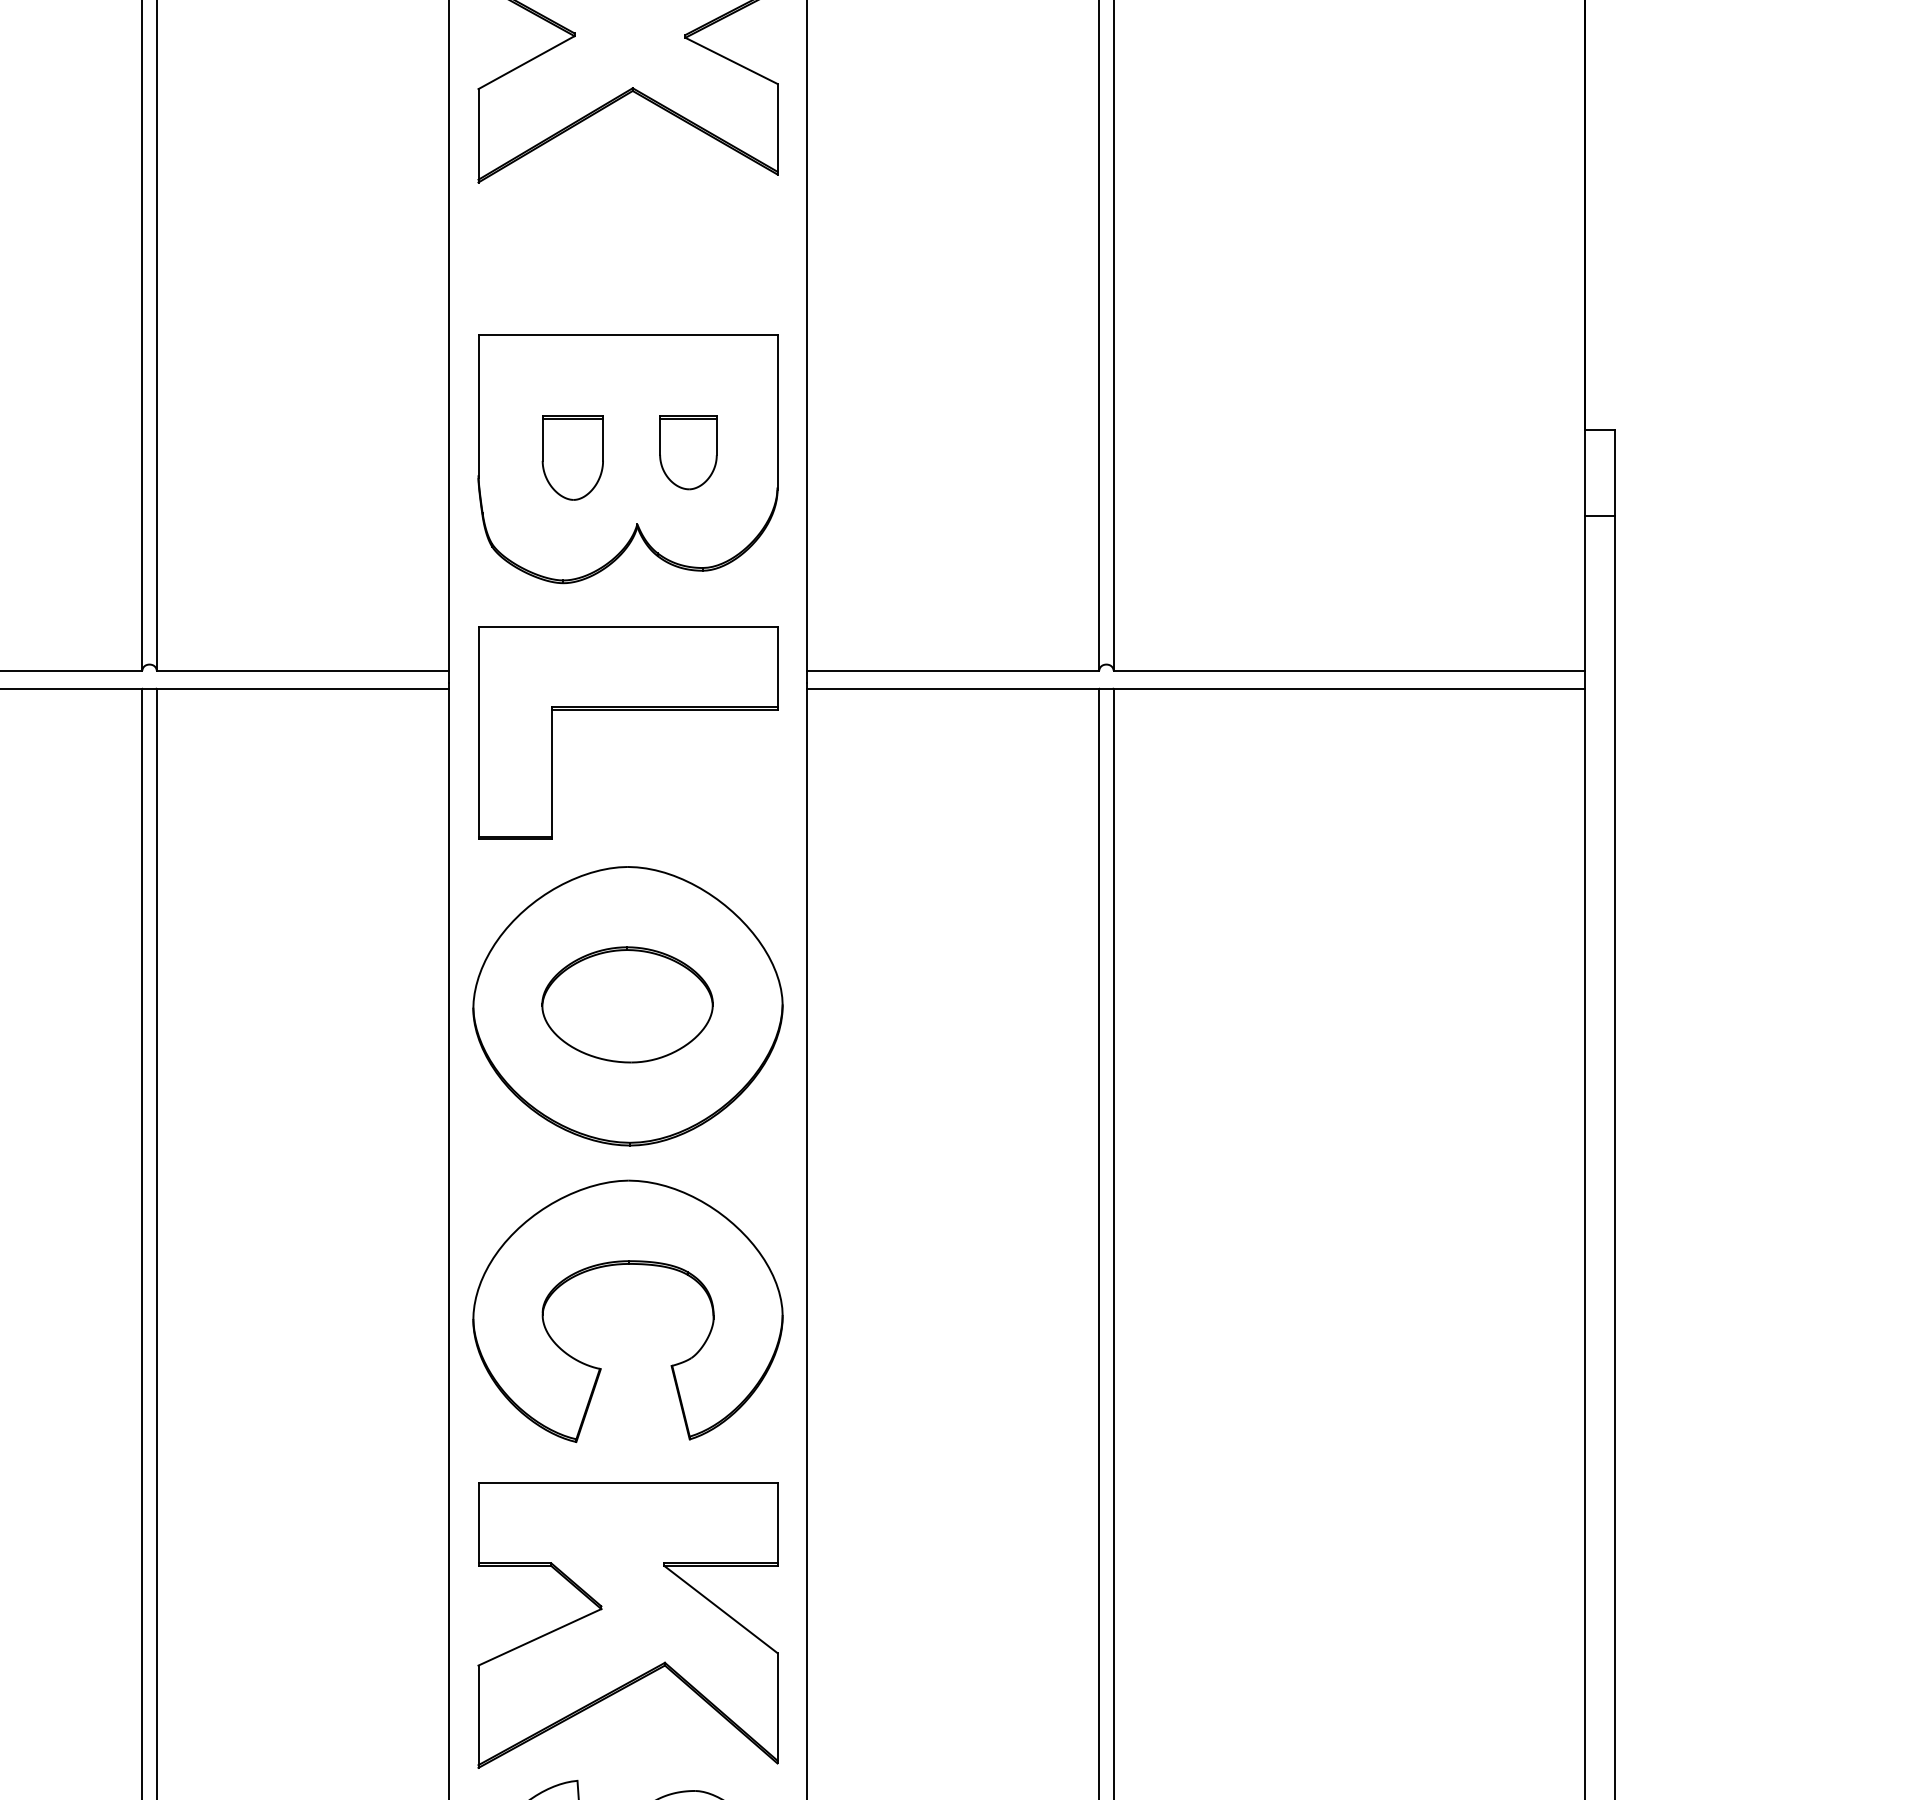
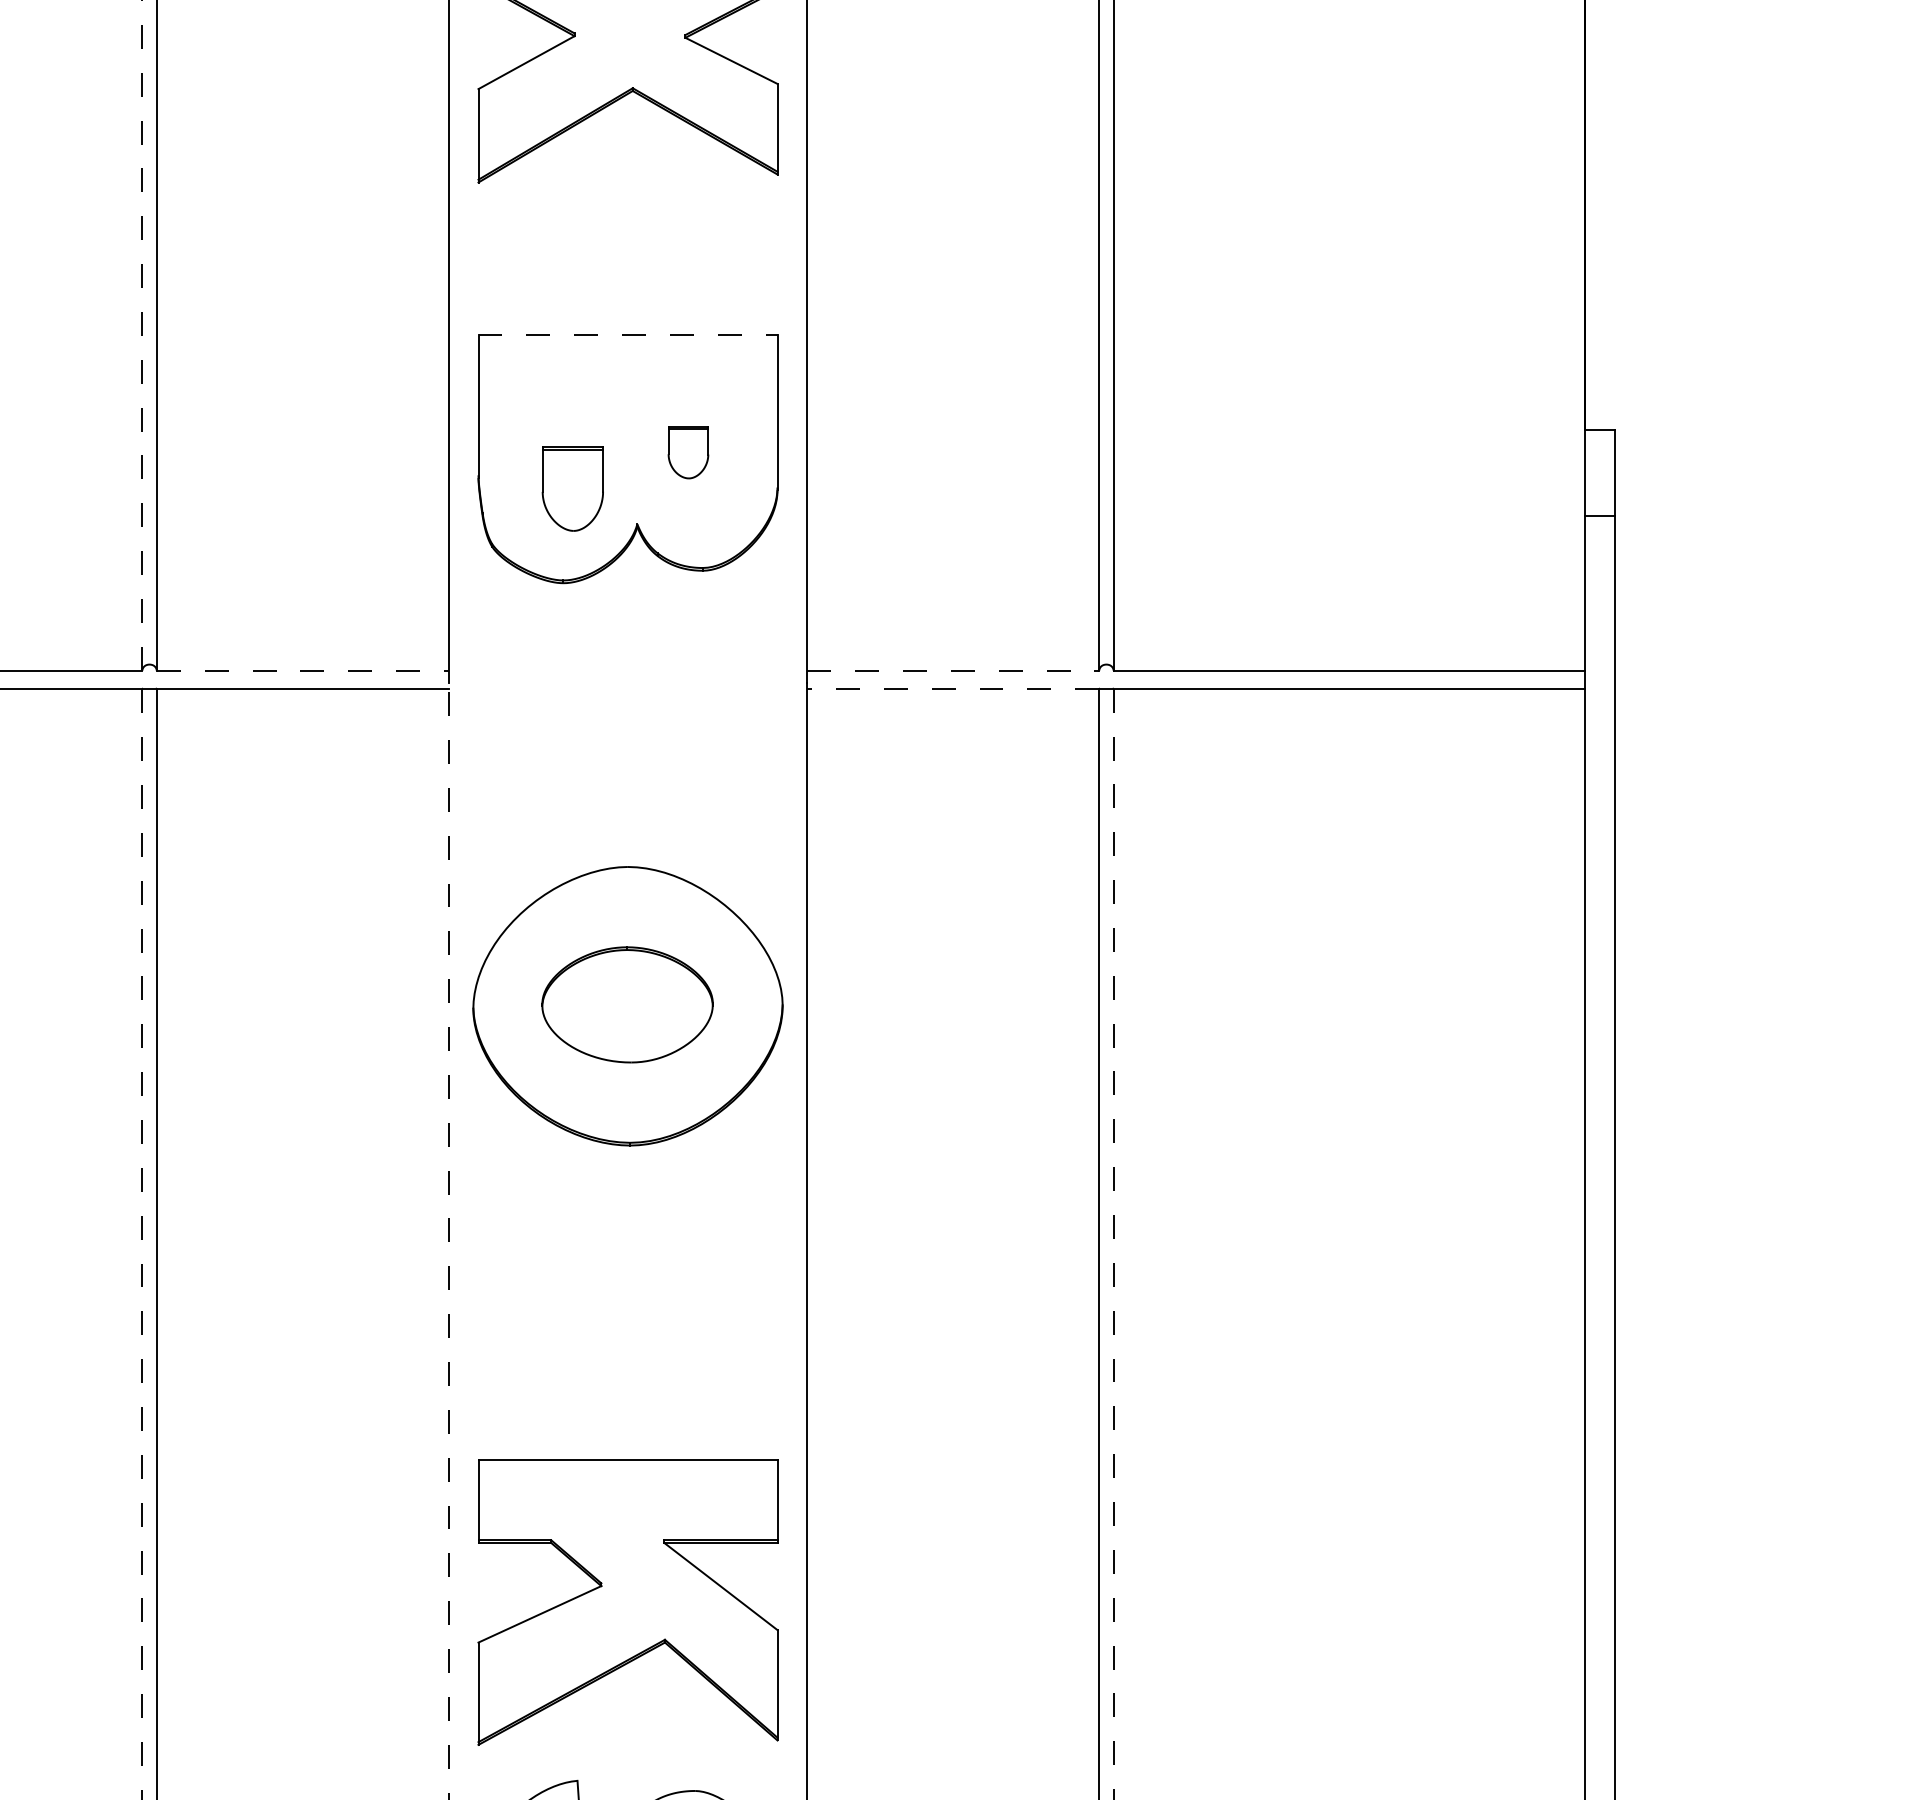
line at (628, 334): solid -> dashed
line at (142, 335): solid -> dashed
part at (688, 452) size: 59x76 px -> 43x54 px
part at (572, 457) position: (572, 457) -> (572, 488)
line at (302, 670): solid -> dashed
line at (953, 670): solid -> dashed
line at (953, 688): solid -> dashed
part at (628, 710): present -> none
line at (448, 1240): solid -> dashed
line at (142, 1243): solid -> dashed
line at (1113, 1244): solid -> dashed
part at (621, 1265): present -> none
part at (627, 1625) position: (627, 1625) -> (627, 1602)
